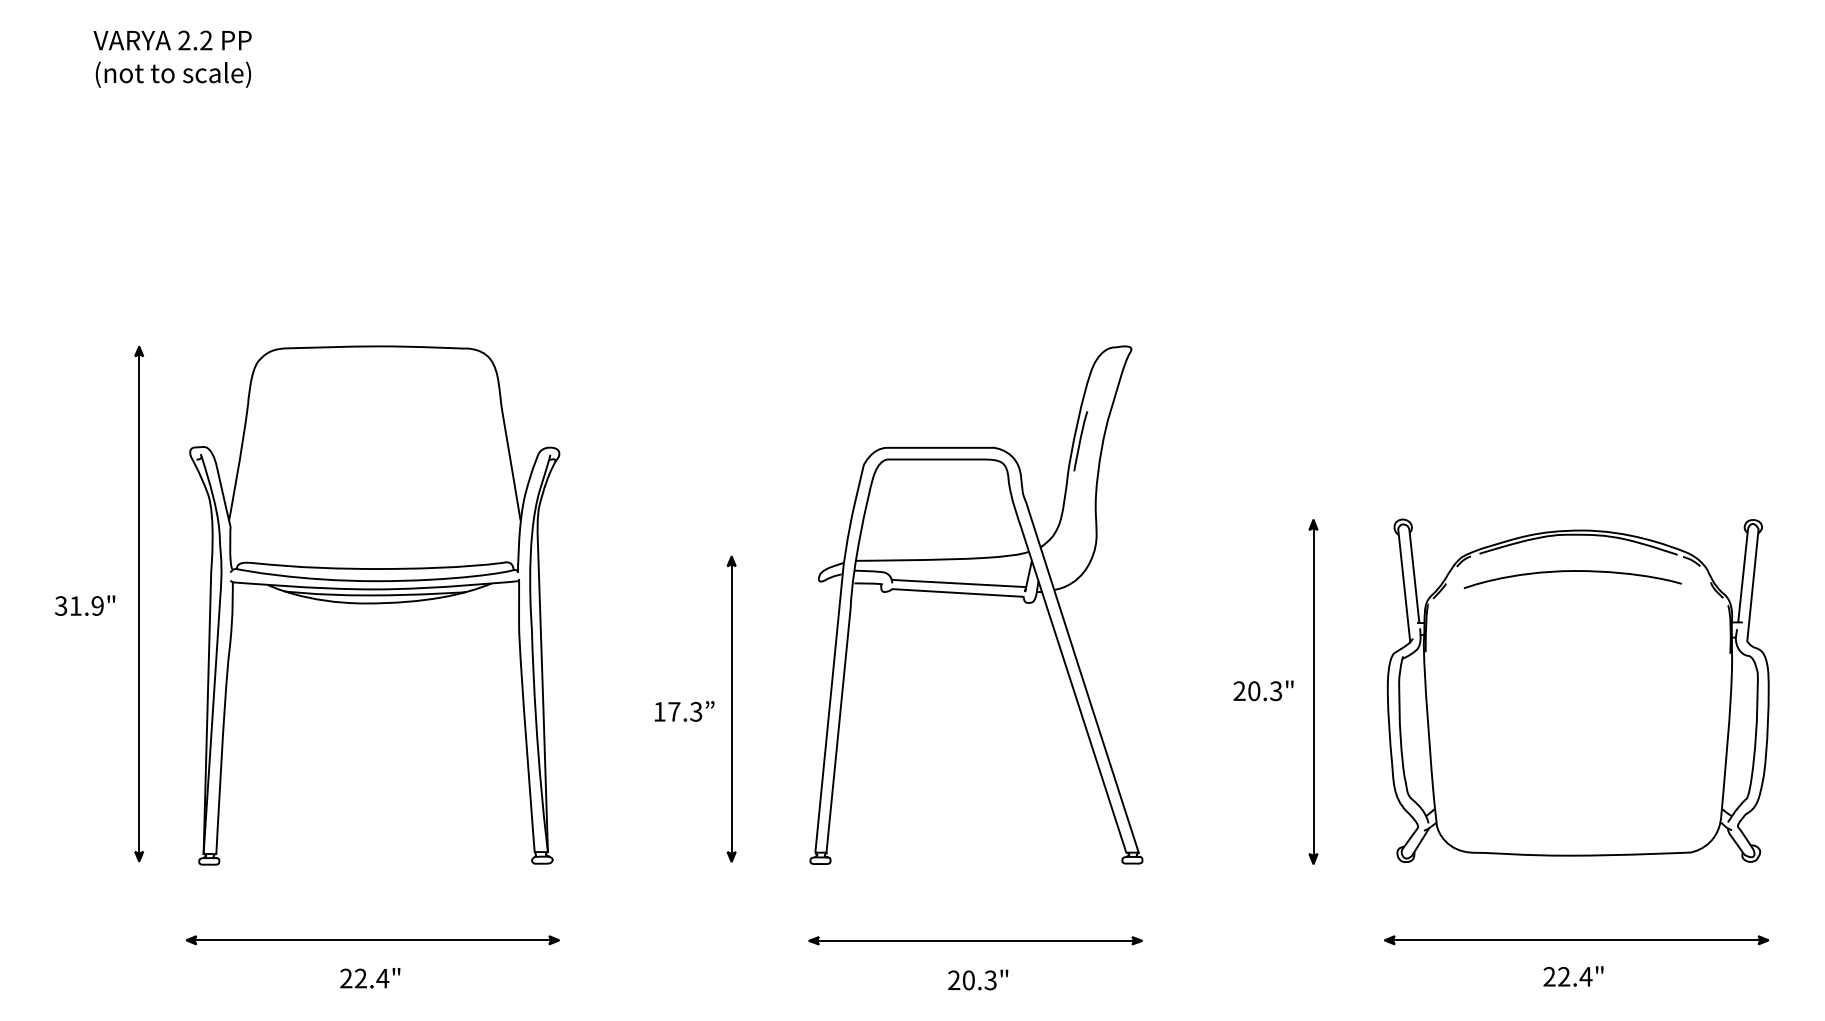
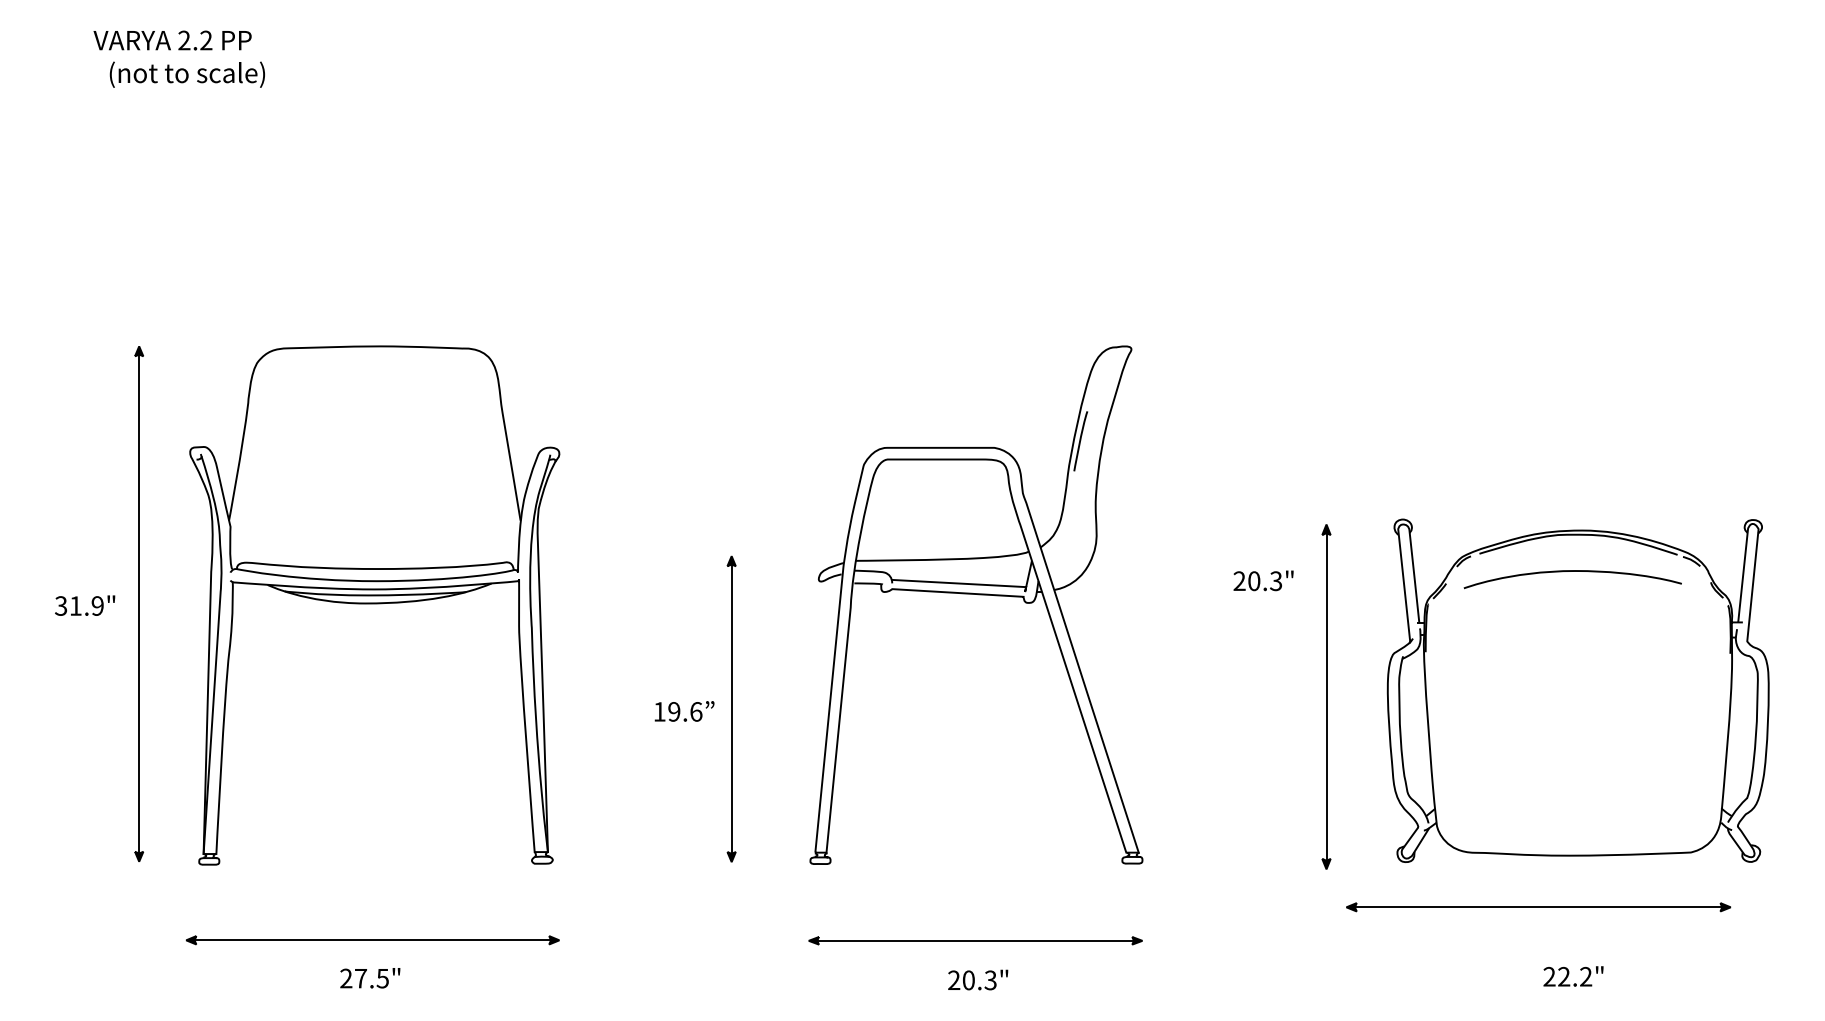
text at (172, 74) position: (172, 74) -> (186, 74)
text at (1263, 690) position: (1263, 690) -> (1263, 580)
part at (1313, 691) position: (1313, 691) -> (1326, 696)
text at (685, 711): 17.3 -> 19.6
part at (1576, 940) position: (1576, 940) -> (1538, 907)
text at (1585, 976): 22.4" -> 22.2"
text at (371, 978): 22.4" -> 27.5"
